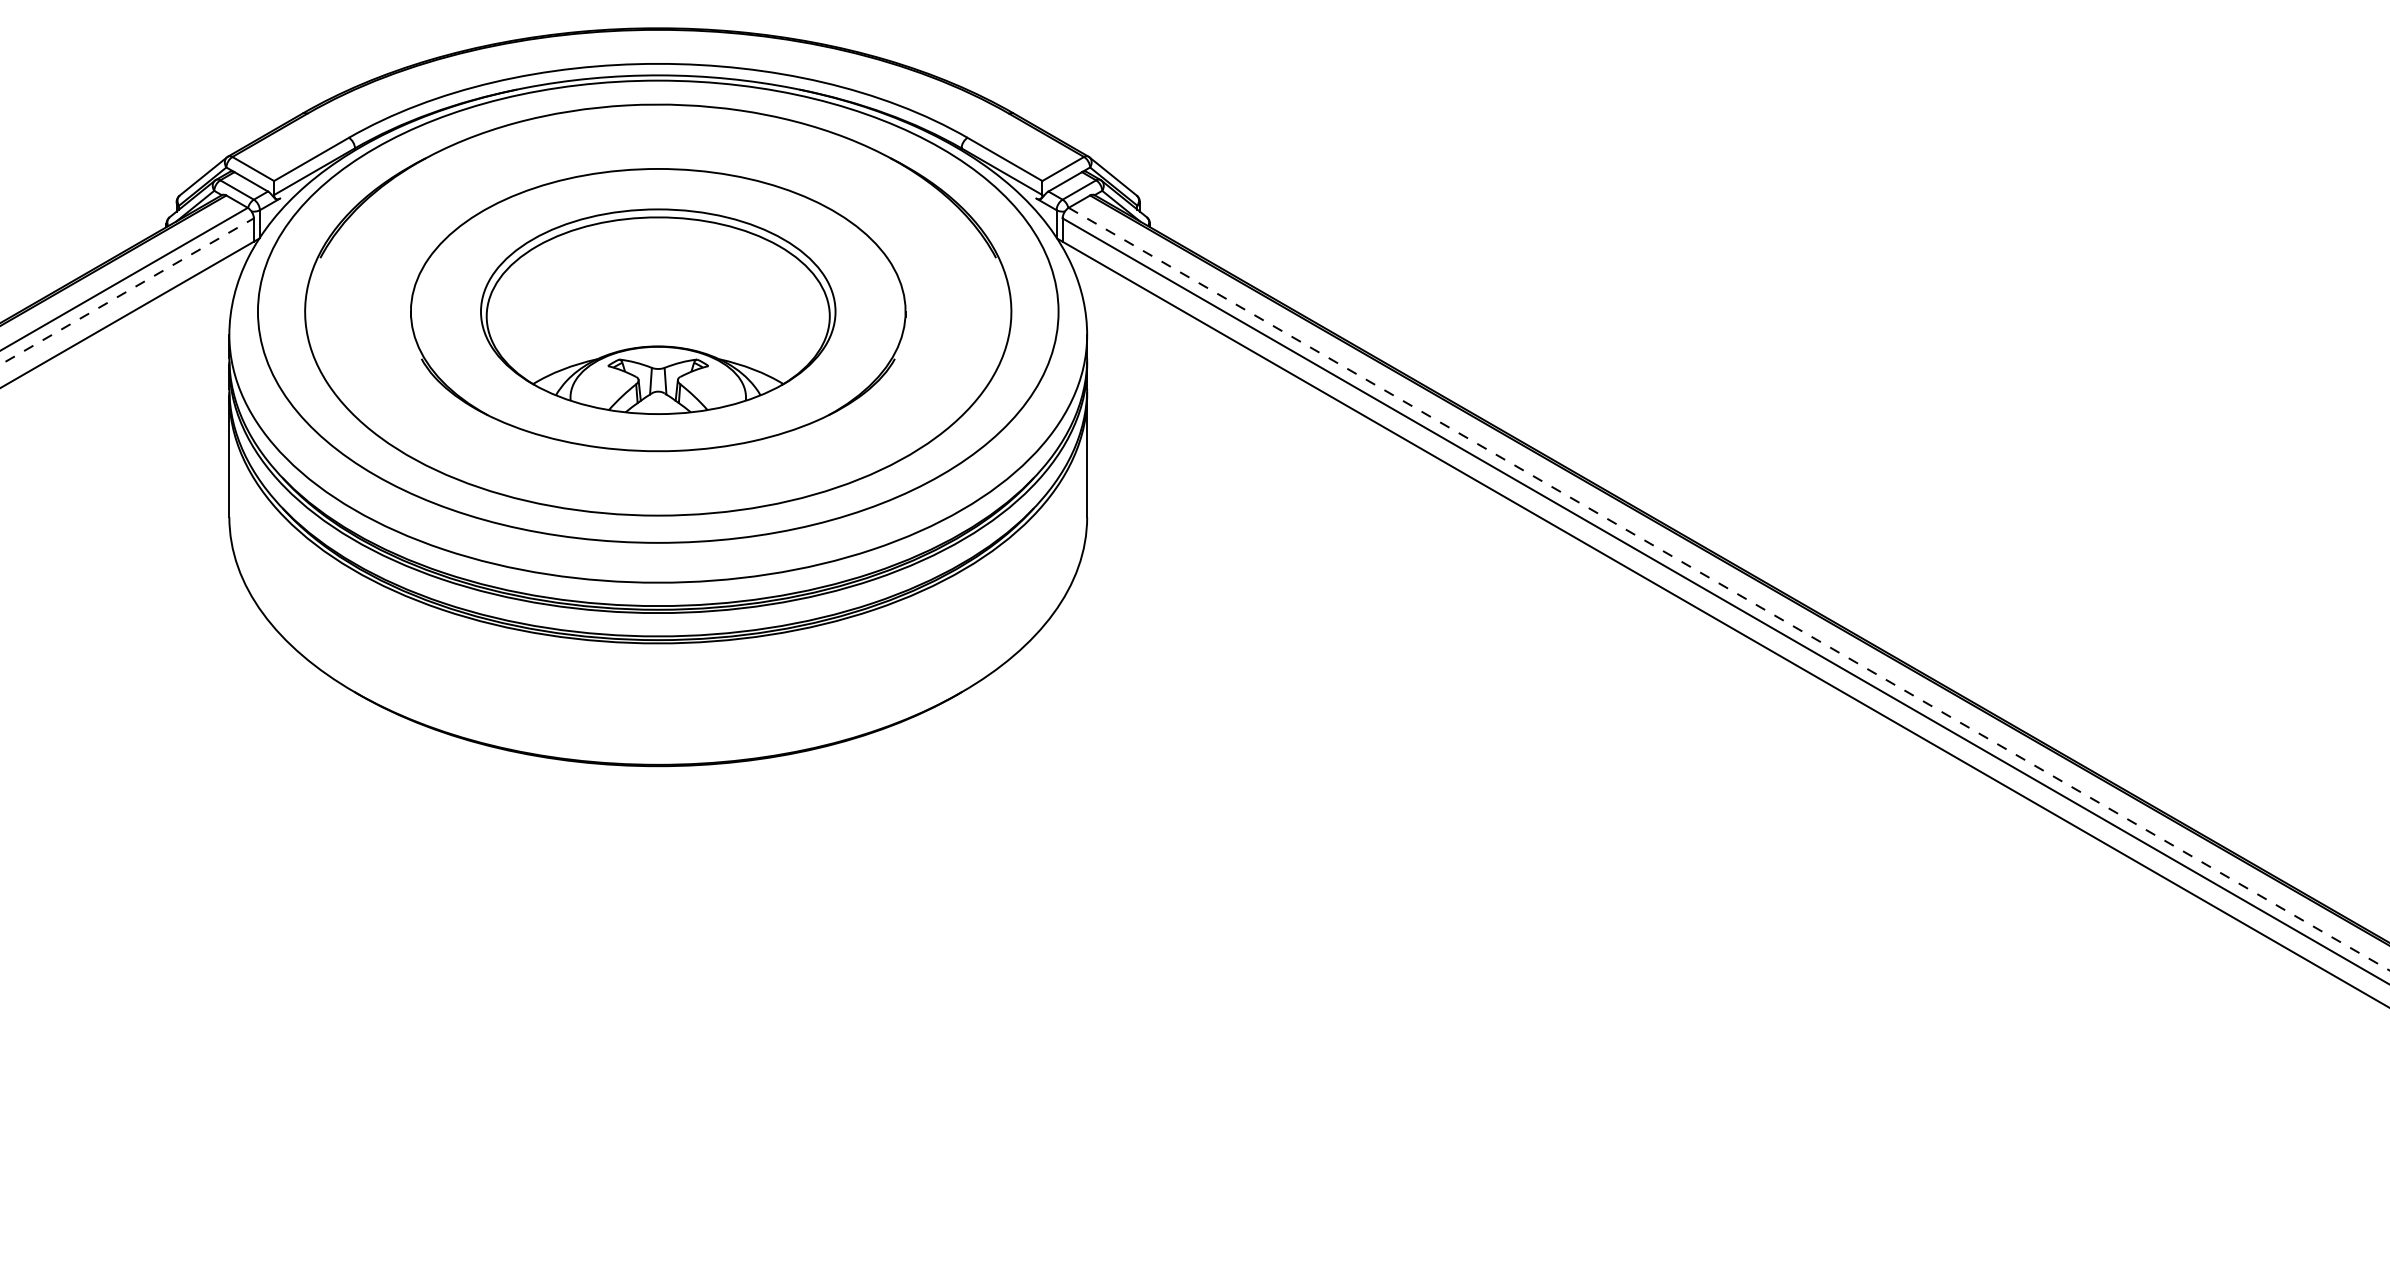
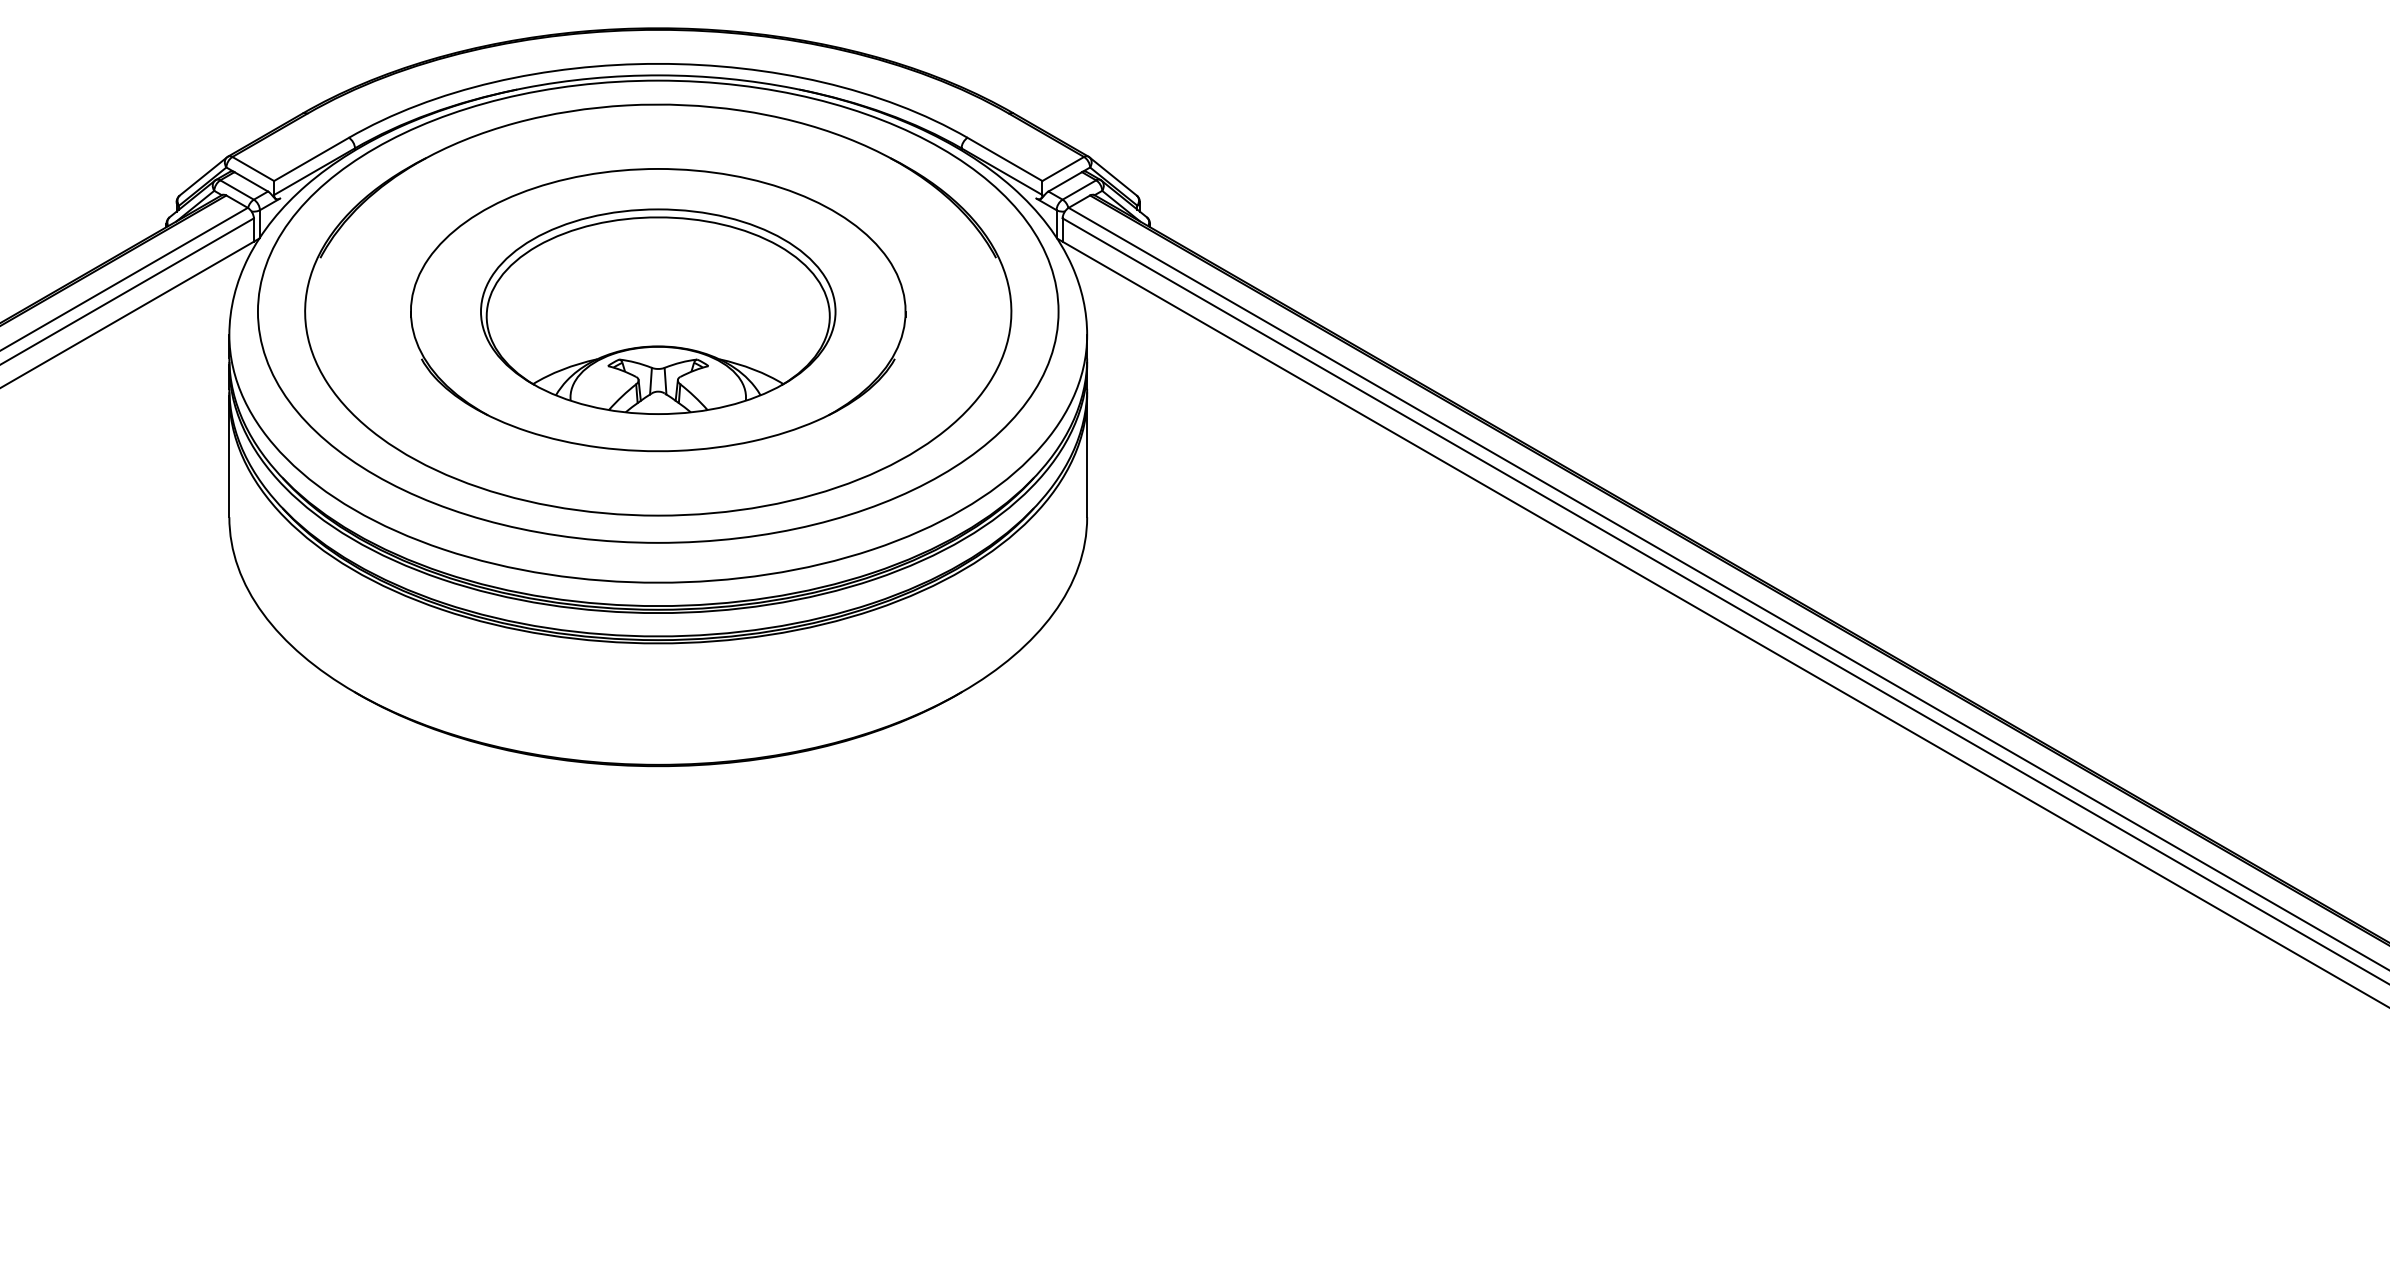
line at (127, 291): dashed -> solid
line at (1729, 589): dashed -> solid
